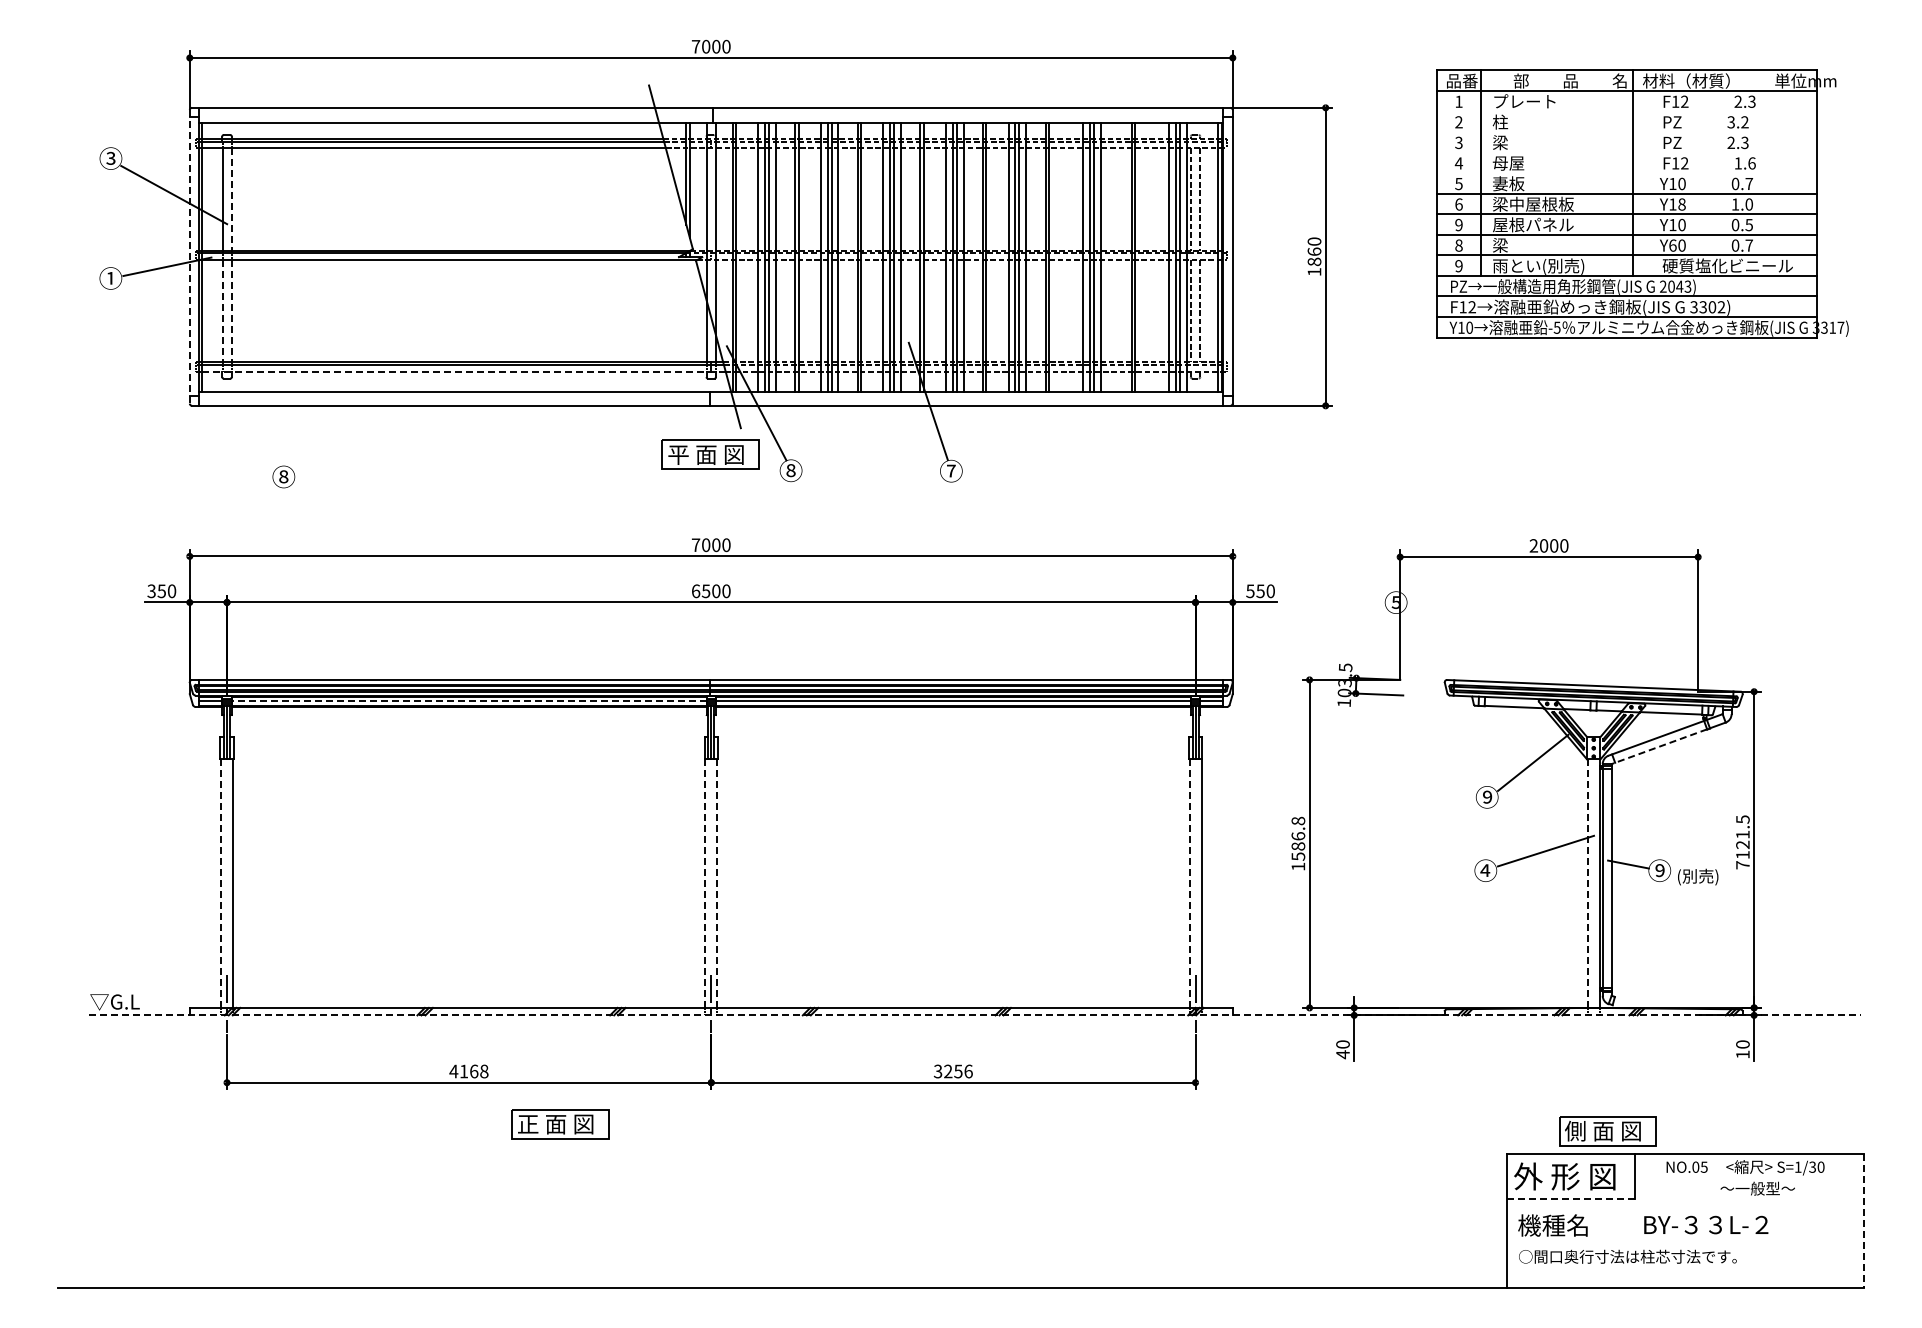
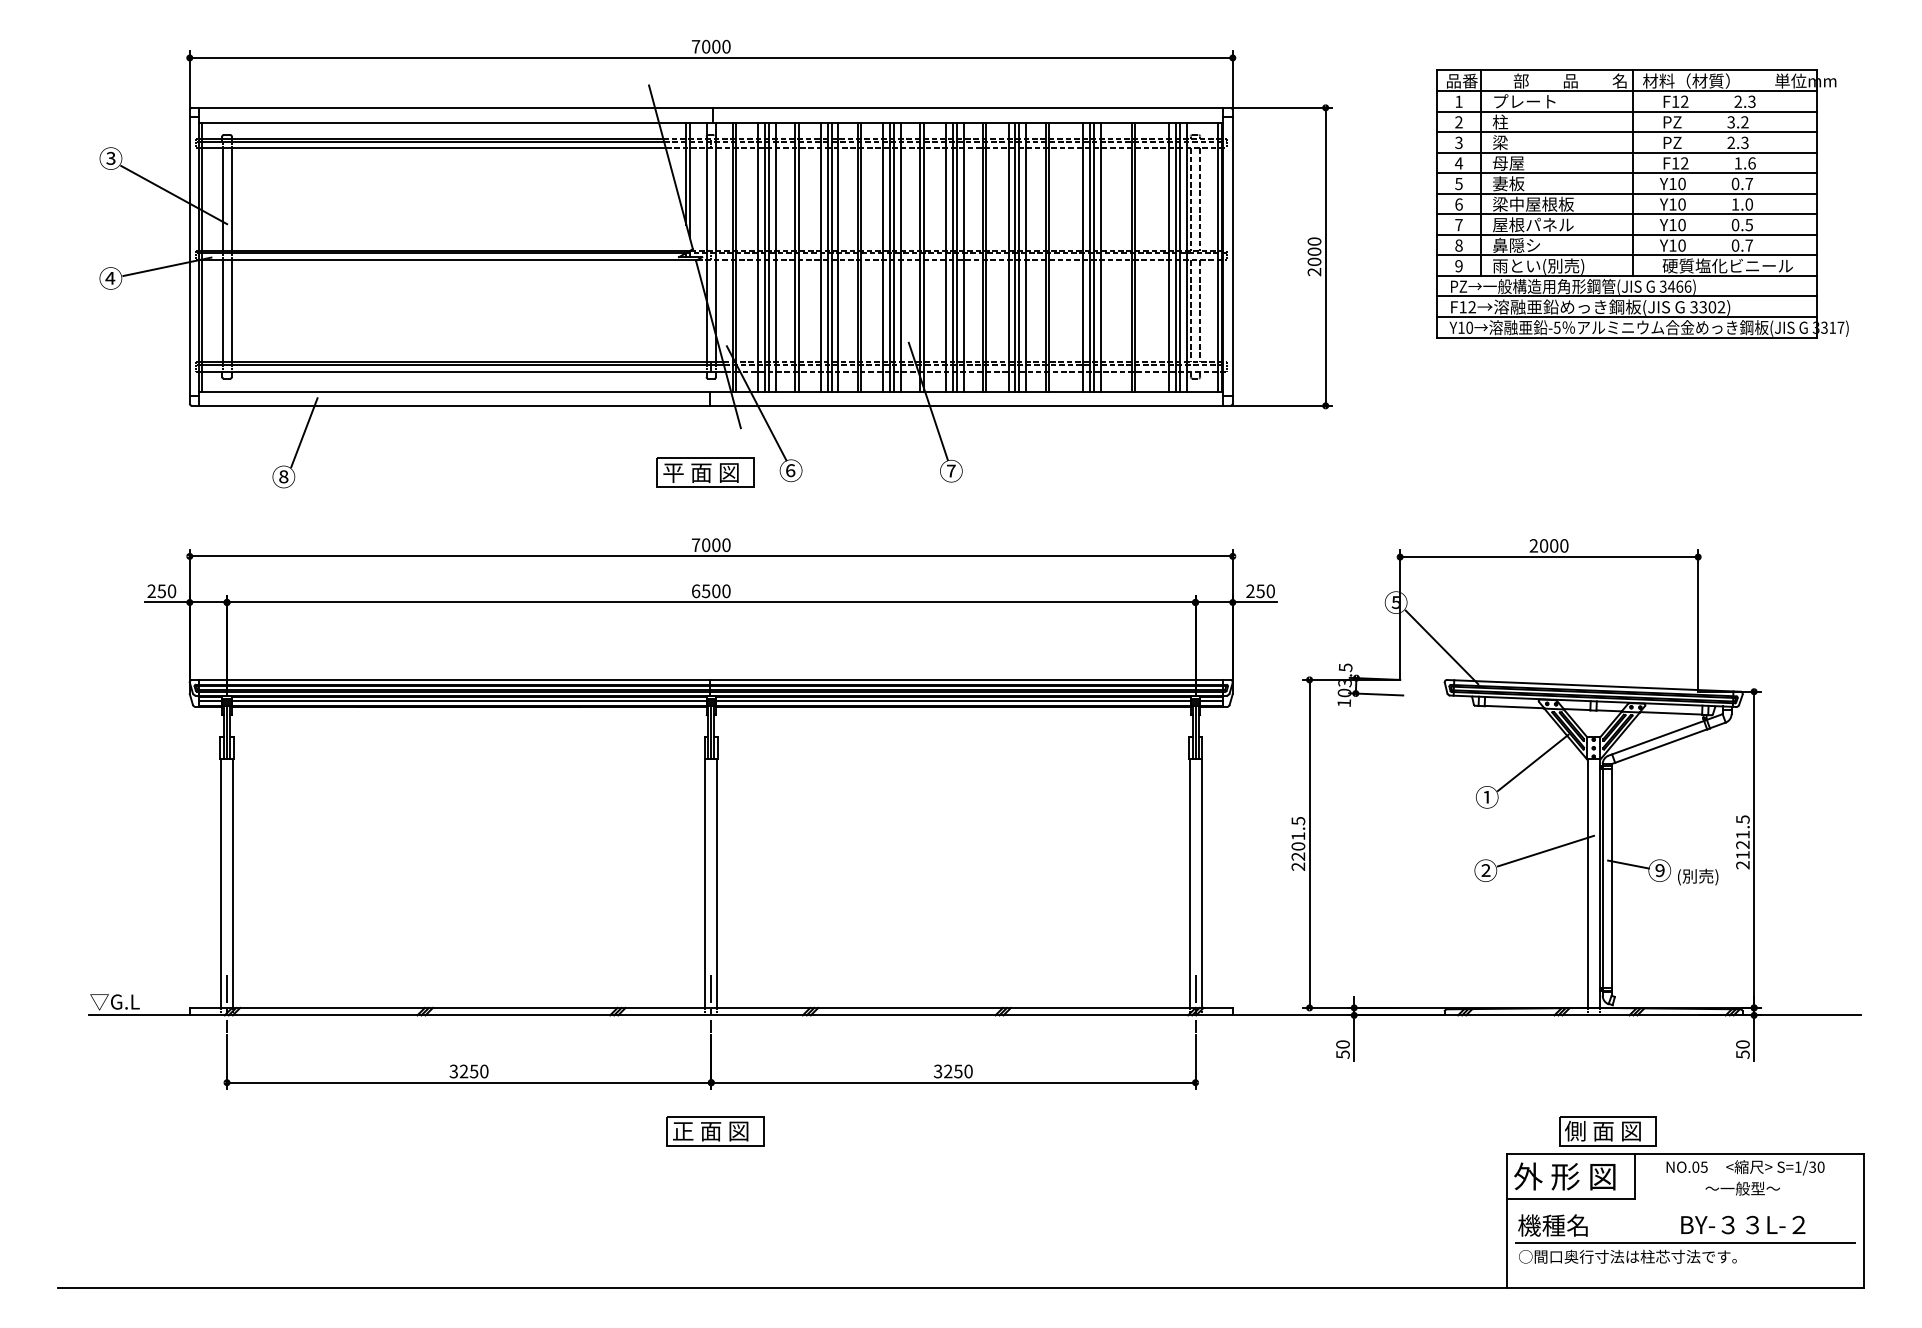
line at (1627, 111): none -> present
line at (1627, 132): none -> present
line at (1627, 152): none -> present
line at (1627, 173): none -> present
line at (231, 199): dashed -> solid
text at (1681, 204): Y18 -> Y10
text at (1458, 224): 9 -> 7
text at (1516, 244): 梁 -> 鼻隠シ
text at (1672, 245): Y60 -> Y10
line at (189, 256): dashed -> solid
text at (1314, 261): 1860 -> 2000
text at (110, 278): ① -> ④
text at (1675, 286): 2043) -> 3466)
line at (222, 311): dashed -> solid
line at (231, 311): dashed -> solid
line at (464, 371): dashed -> solid
line at (304, 432): none -> present
part at (710, 454) position: (710, 454) -> (705, 472)
text at (790, 470): ⑧ -> ⑥
text at (151, 591): 350 -> 250
text at (1250, 591): 550 -> 250
line at (1441, 647): none -> present
line at (468, 701): dashed -> solid
line at (1659, 746): dashed -> solid
text at (1487, 796): ⑨ -> ①
text at (1298, 843): 1586.8 -> 2201.5
text at (1742, 865): 7121.5 -> 2121.5
text at (1485, 870): ④ -> ②
line at (221, 884): dashed -> solid
line at (705, 884): dashed -> solid
line at (717, 884): dashed -> solid
line at (1189, 884): dashed -> solid
line at (1587, 884): dashed -> solid
line at (975, 1015): dashed -> solid
text at (1342, 1054): 40 -> 50
text at (1742, 1054): 10 -> 50
text at (468, 1071): 4168 -> 3250
text at (968, 1071): 3256 -> 3250
part at (560, 1124) position: (560, 1124) -> (715, 1131)
text at (1757, 1188) position: (1757, 1188) -> (1742, 1188)
line at (1570, 1198): dashed -> solid
line at (1864, 1221): dashed -> solid
text at (1706, 1224) position: (1706, 1224) -> (1743, 1224)
line at (1685, 1243): none -> present
